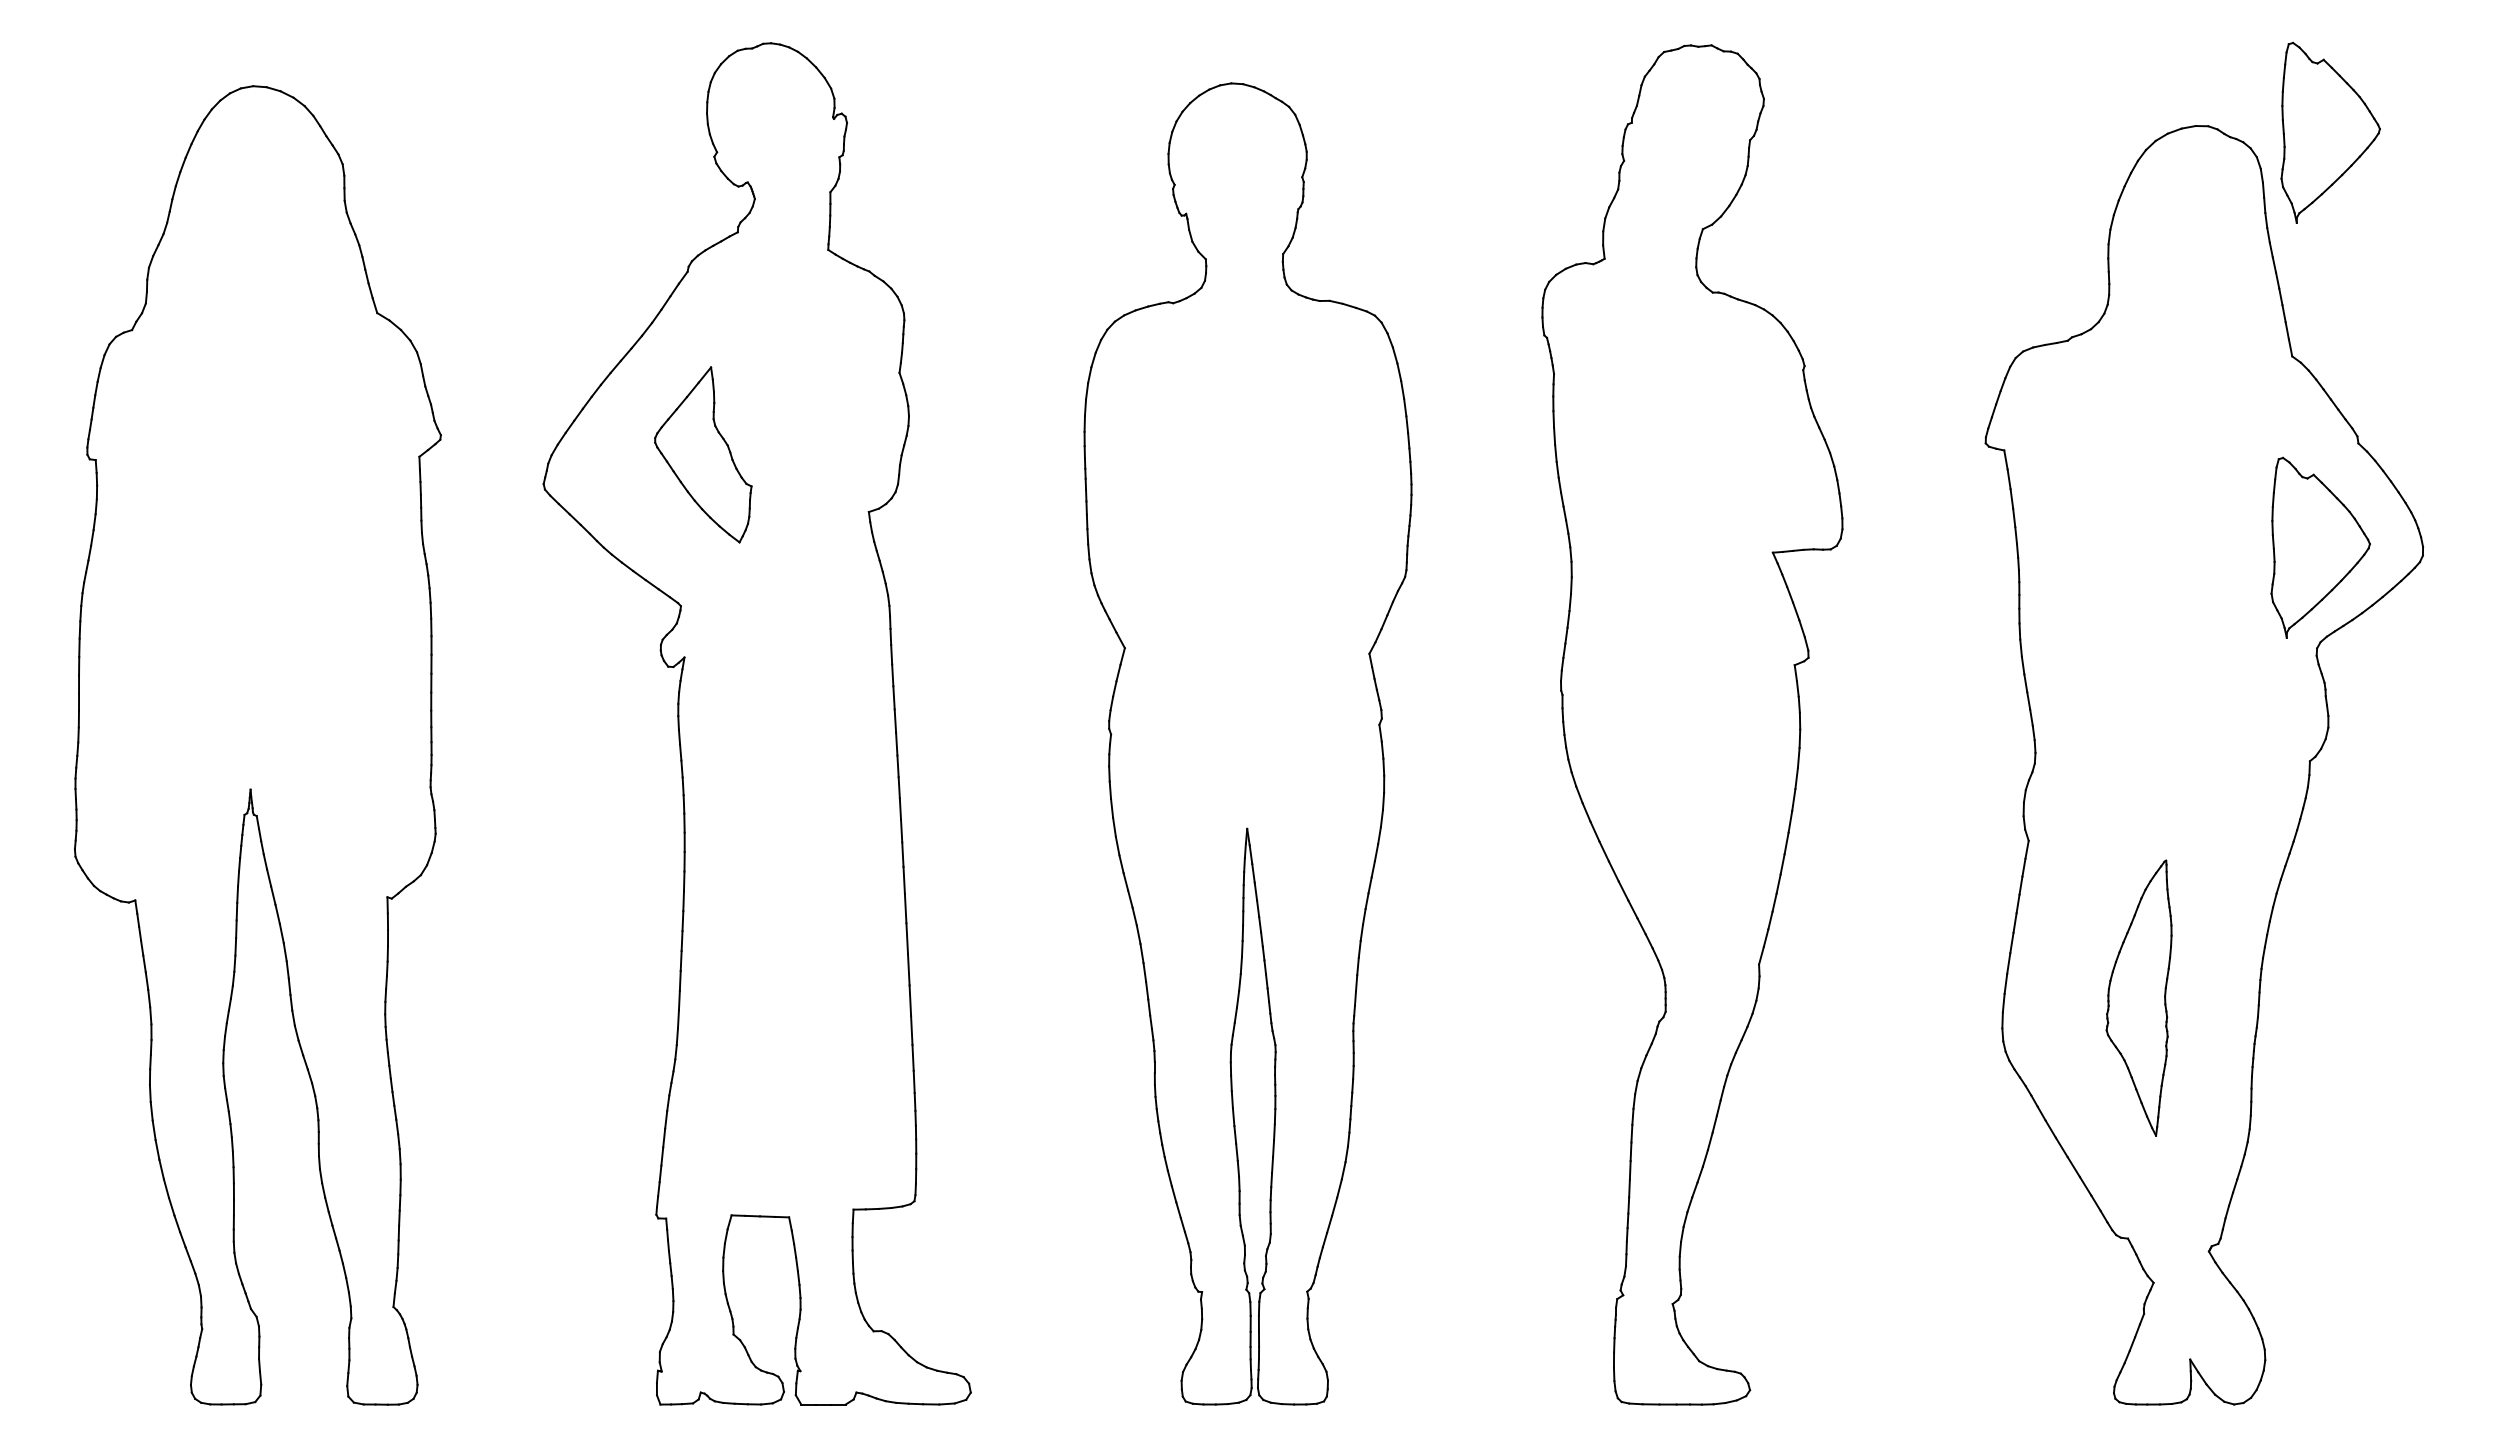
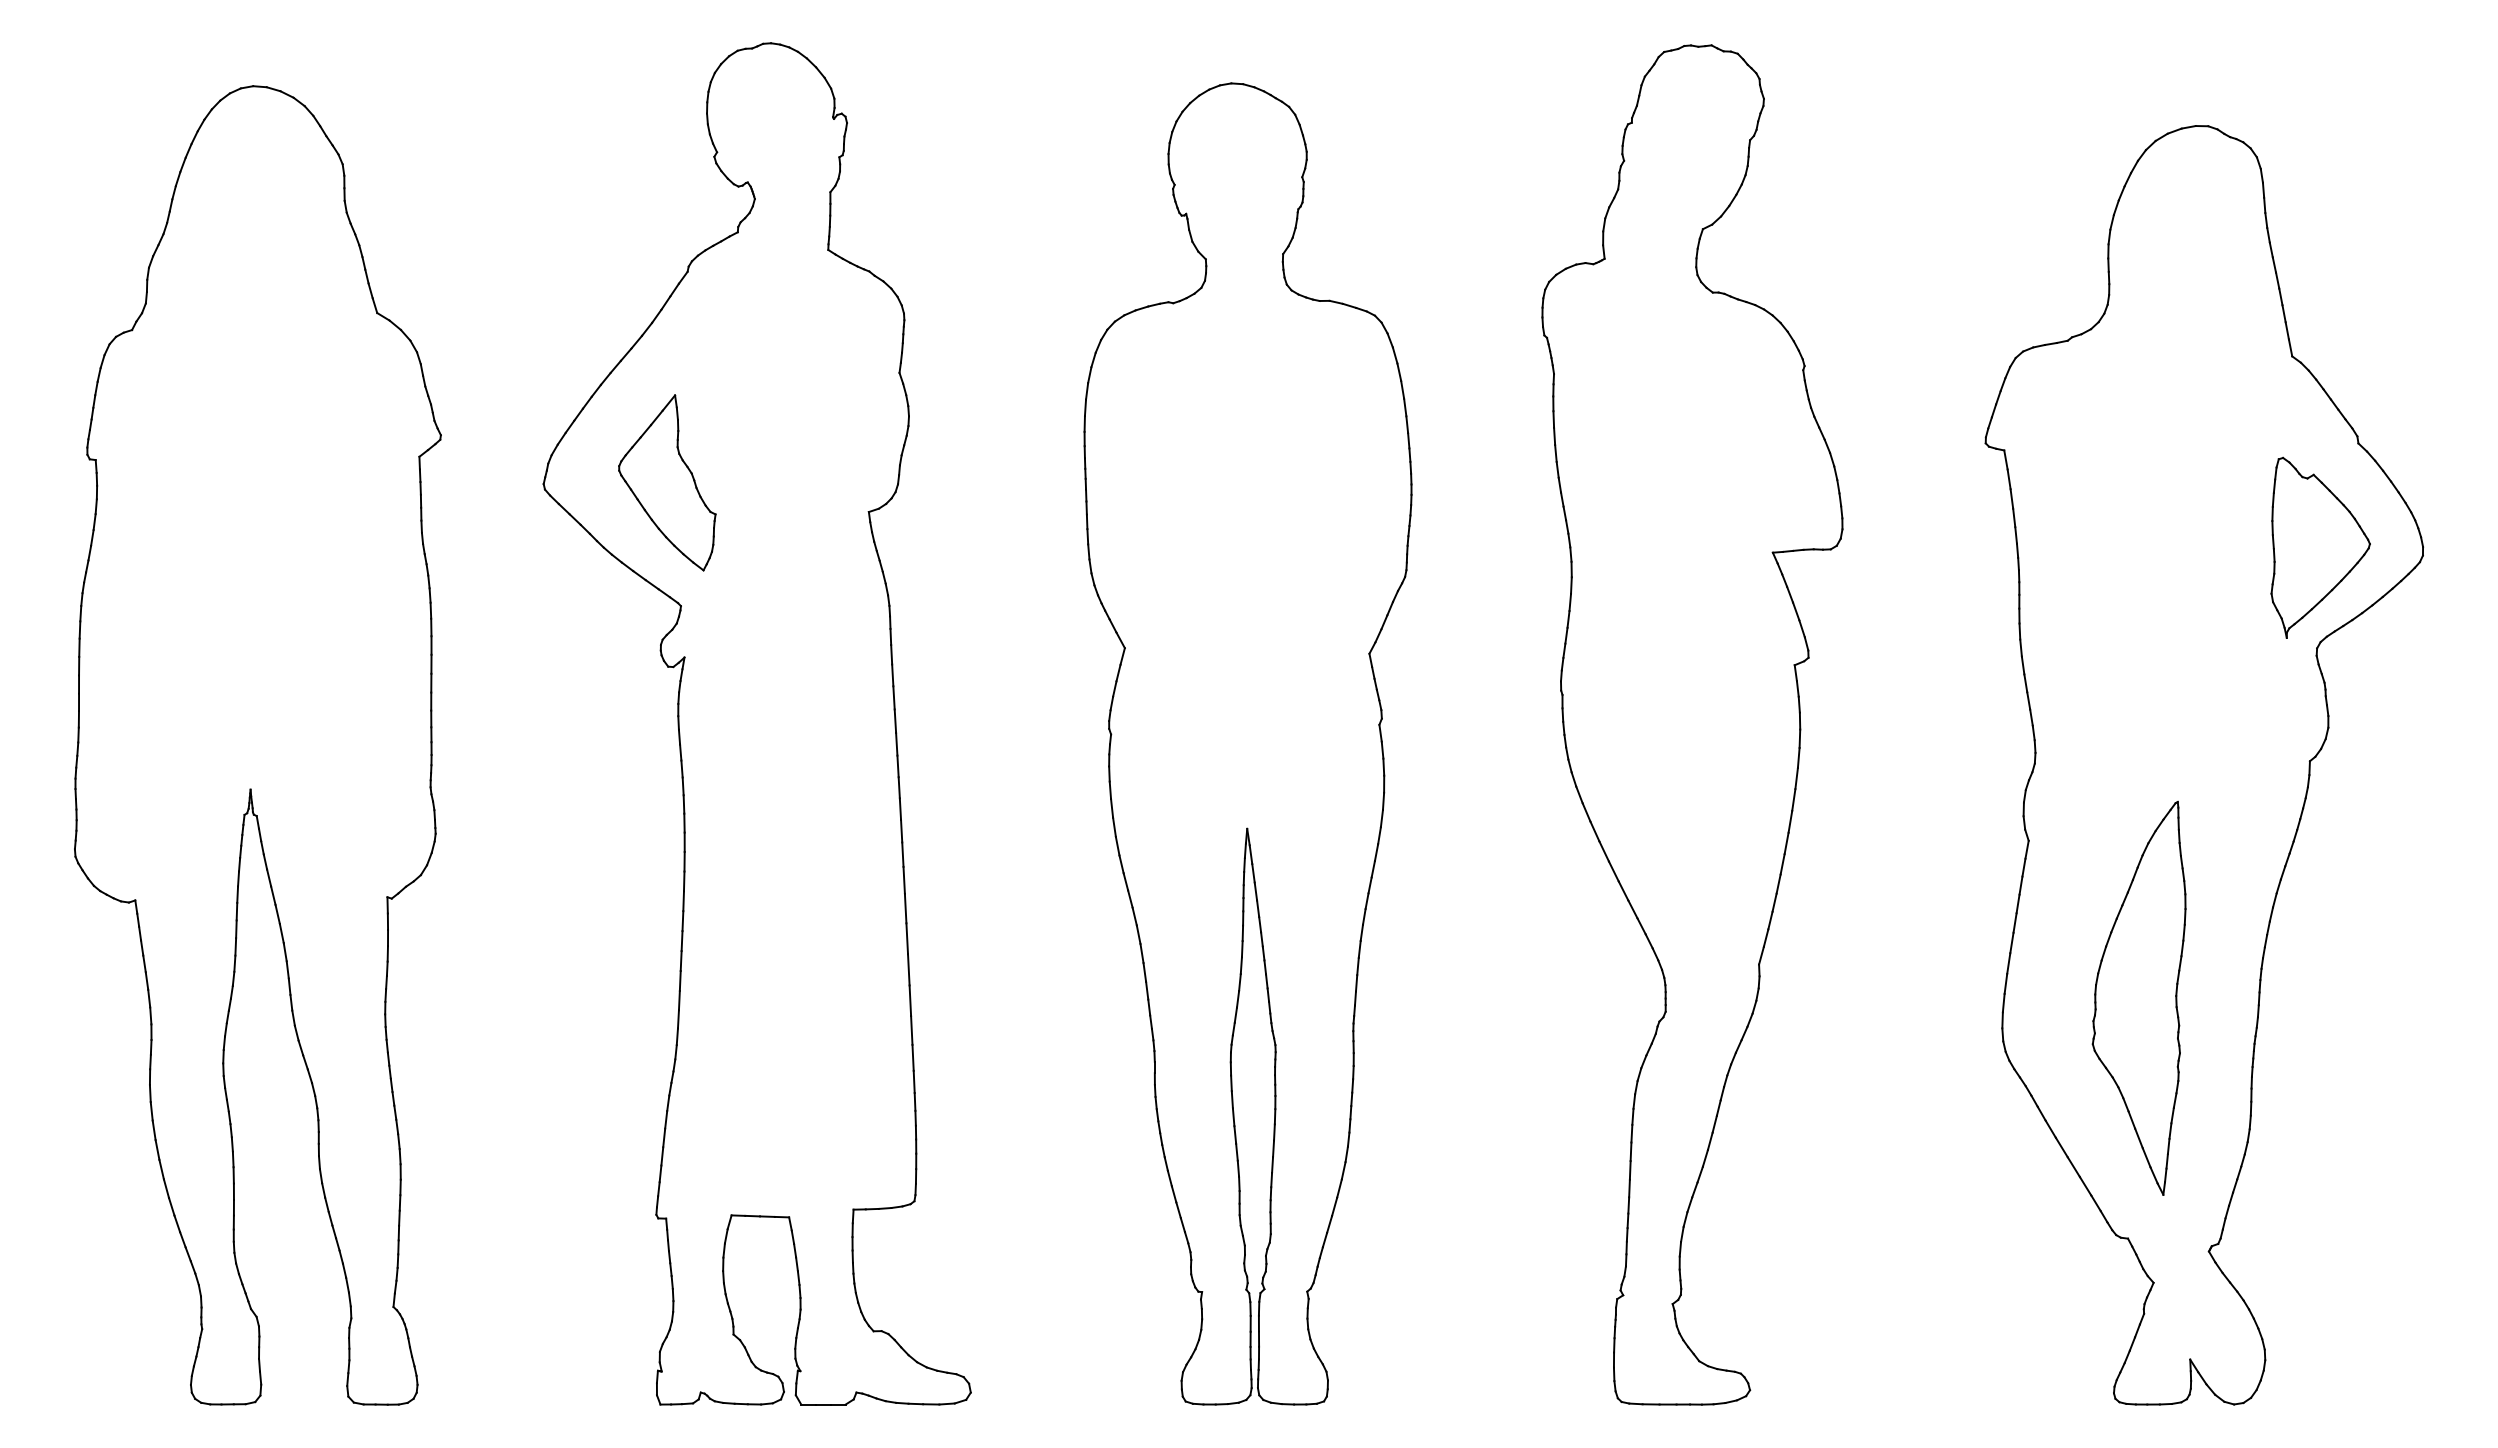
part at (2330, 132): present -> none
part at (703, 454) position: (703, 454) -> (667, 482)
part at (2138, 997) size: 68x278 px -> 96x396 px
